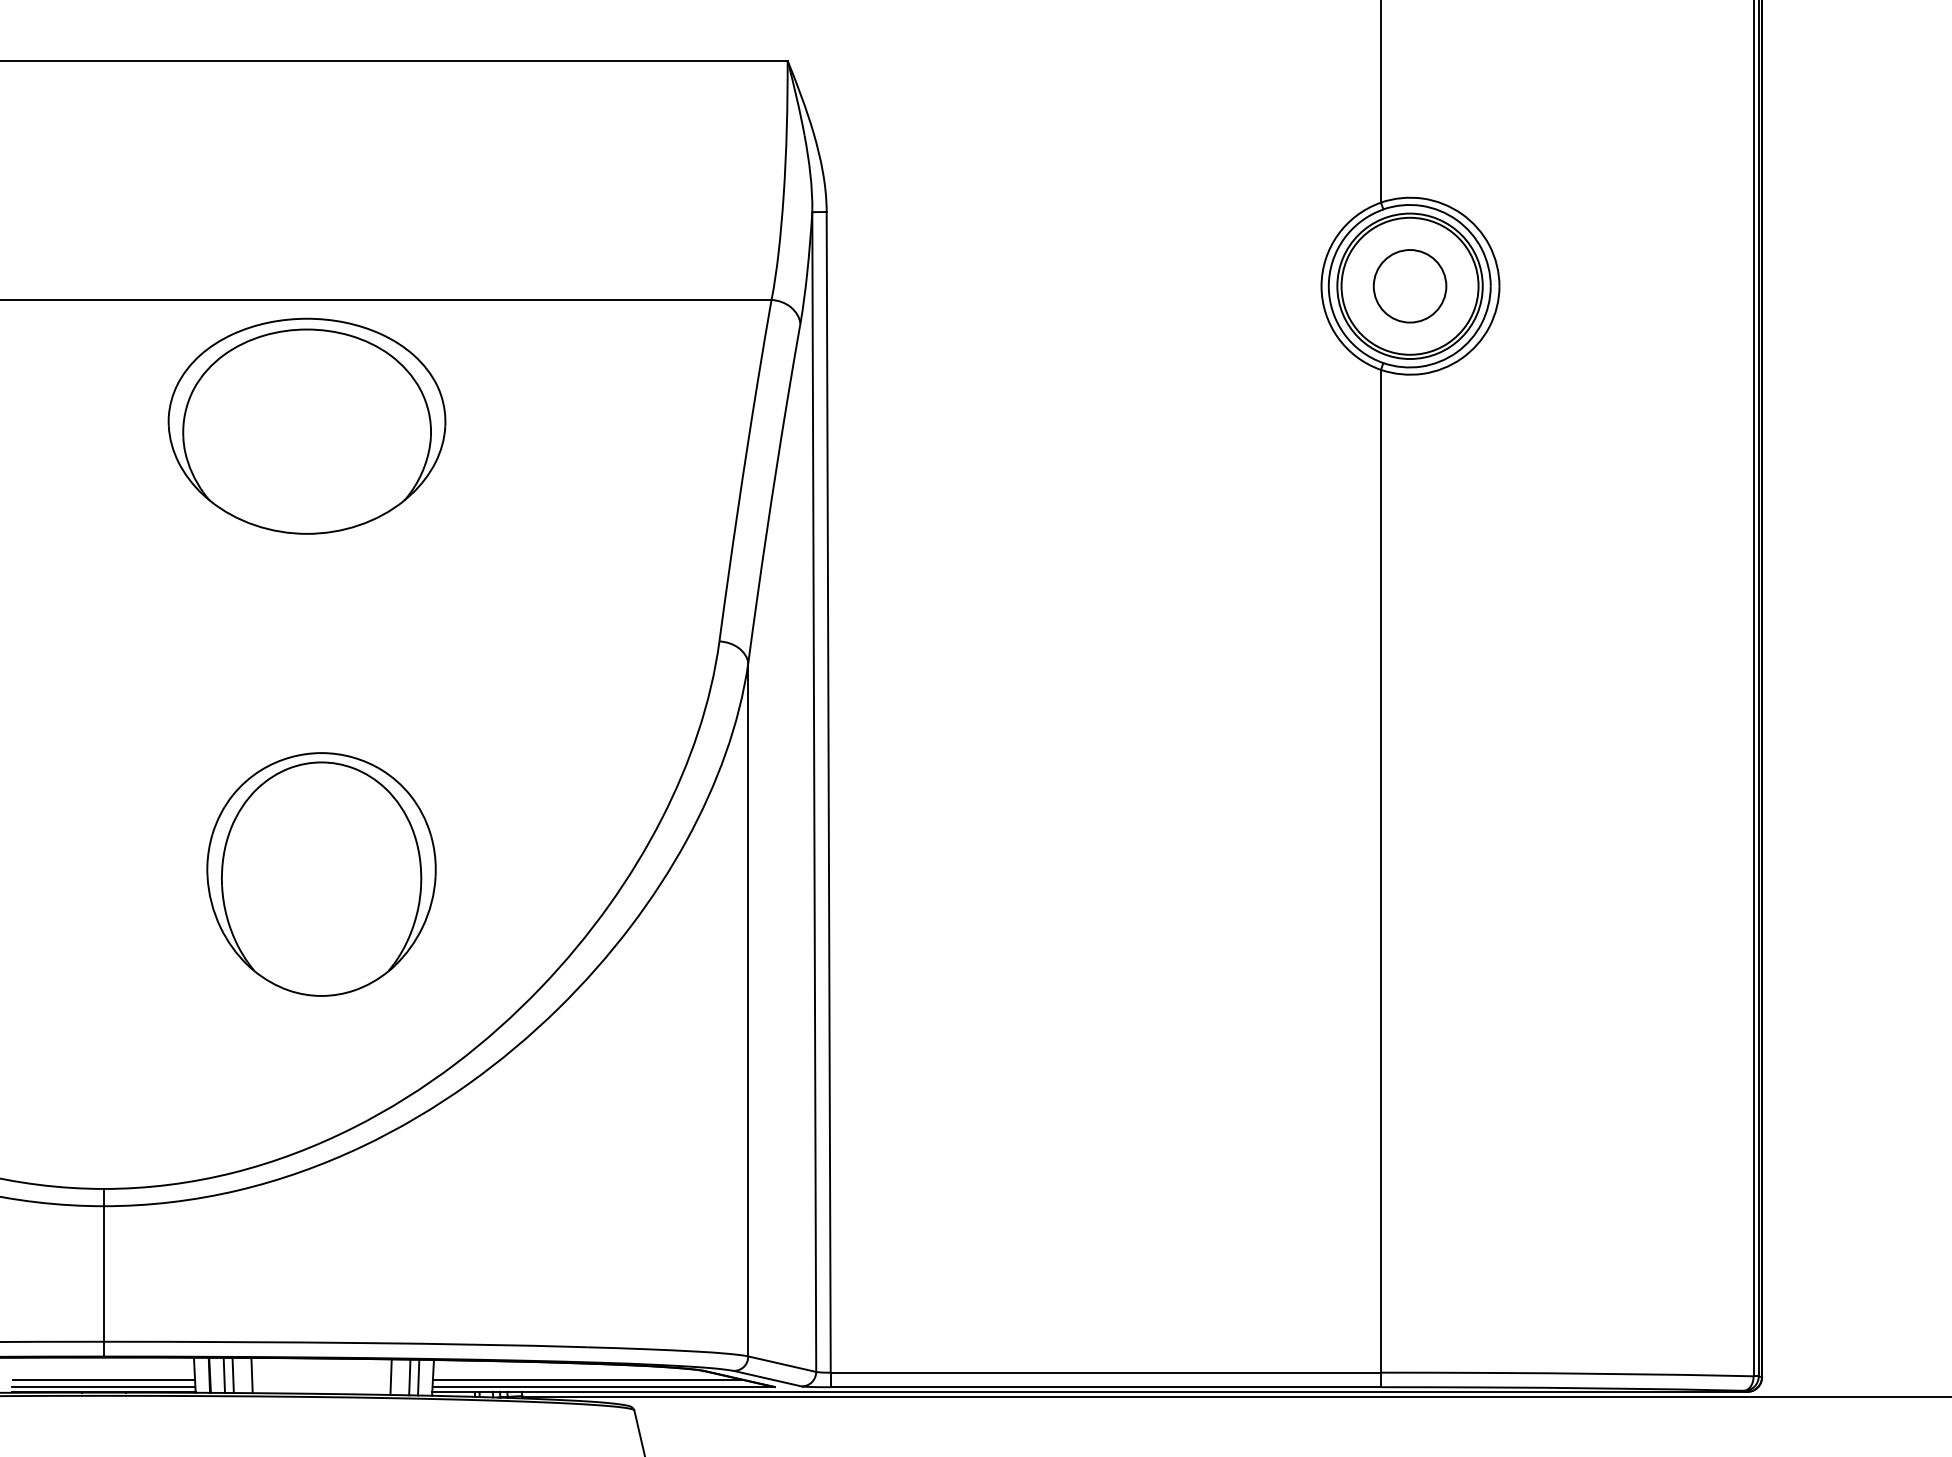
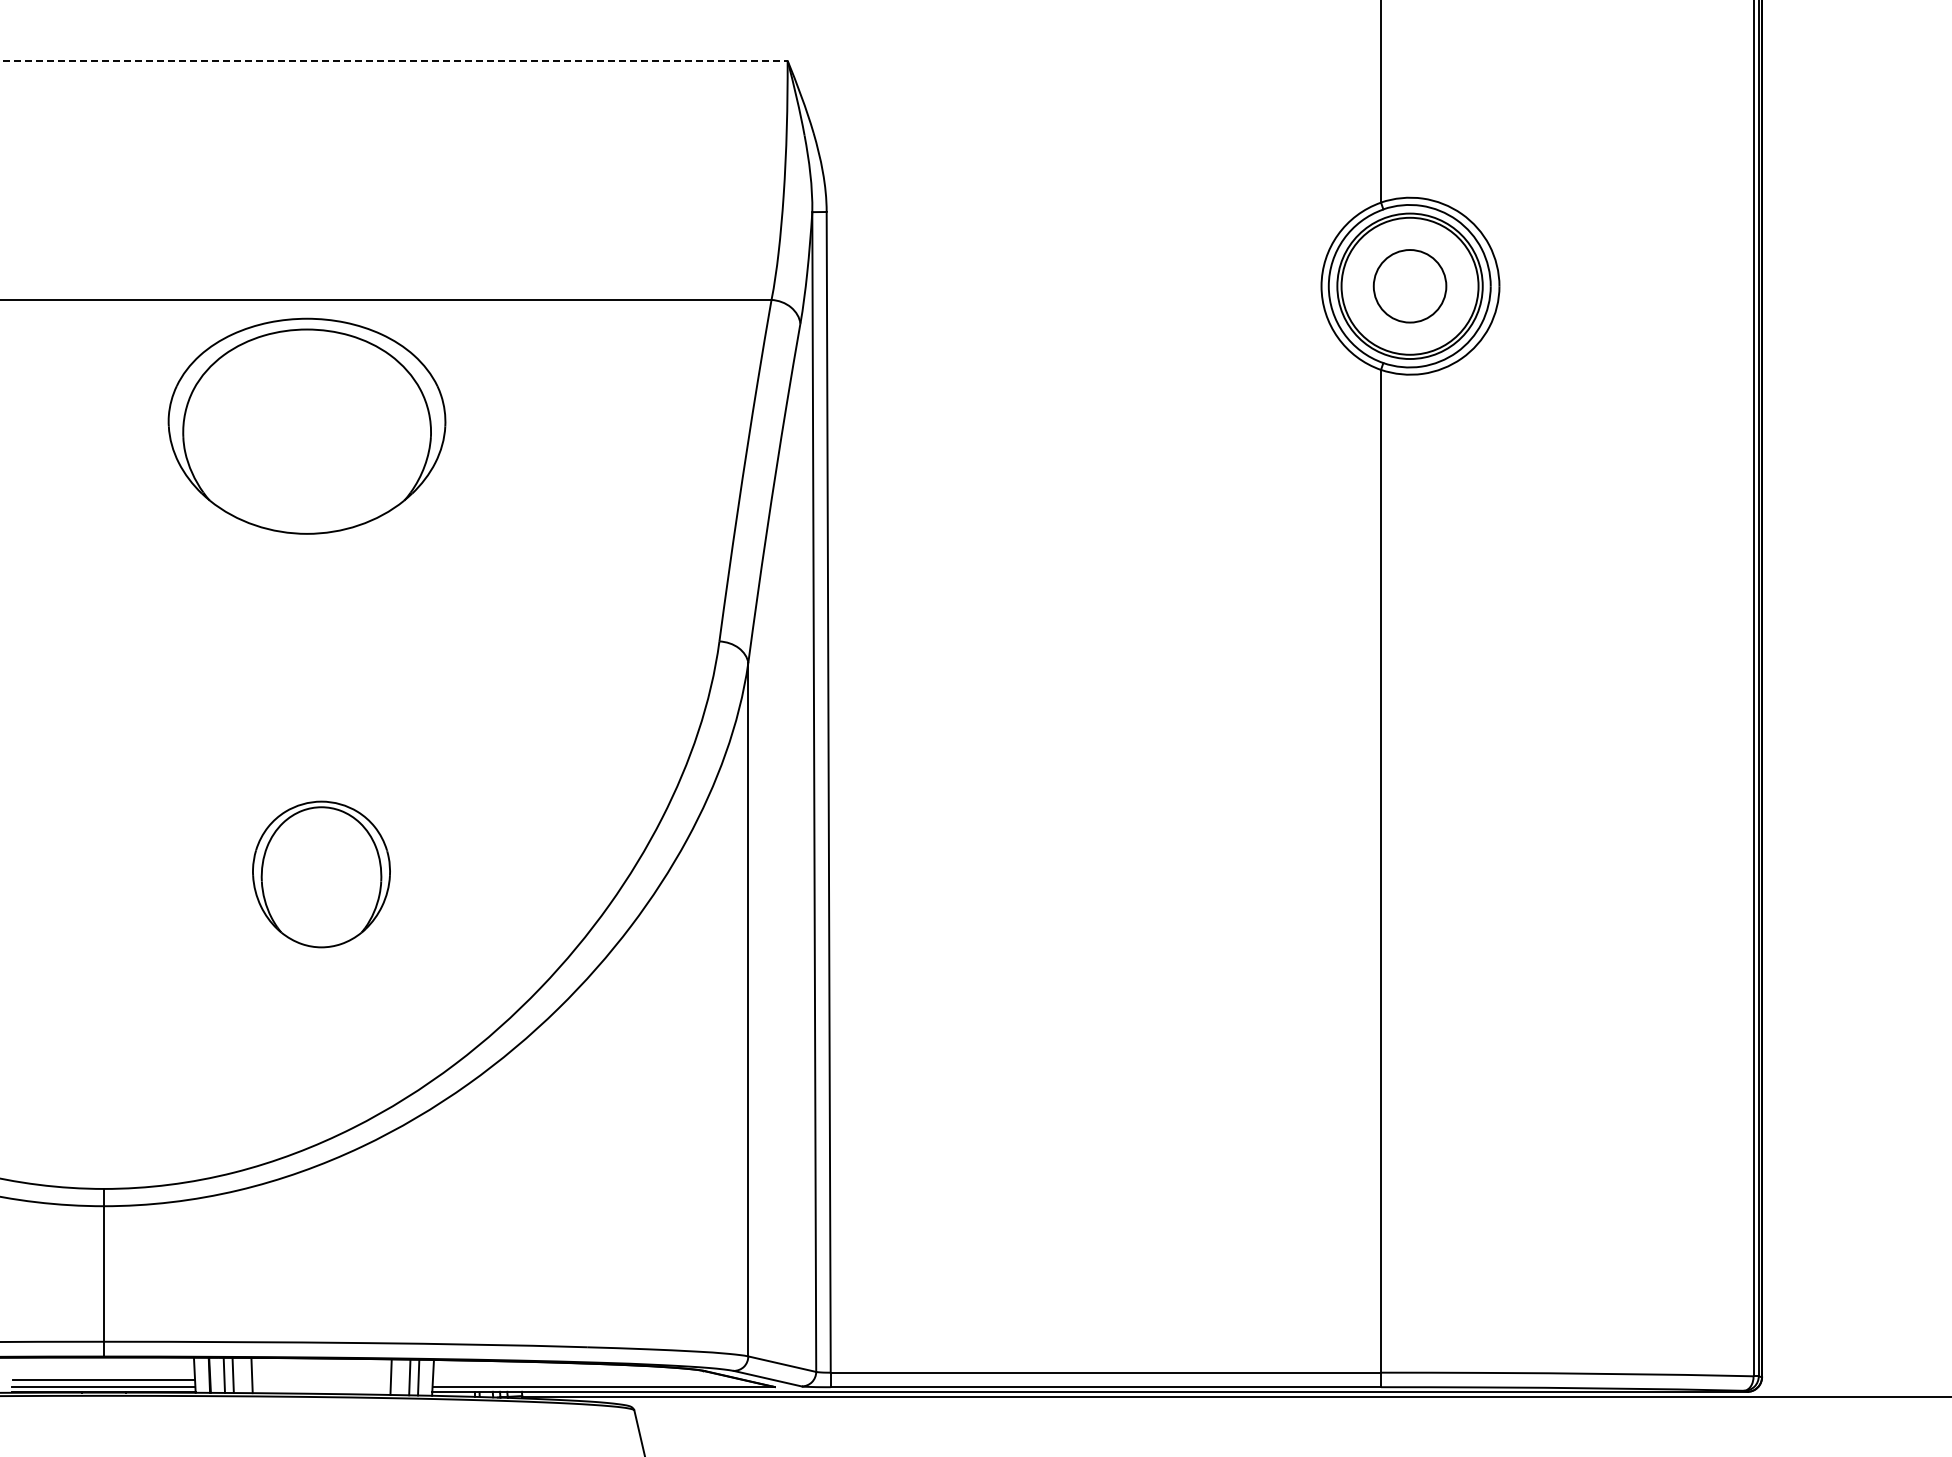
line at (394, 60): solid -> dashed
part at (321, 874) size: 231x245 px -> 139x149 px
line at (587, 1379): present -> none
